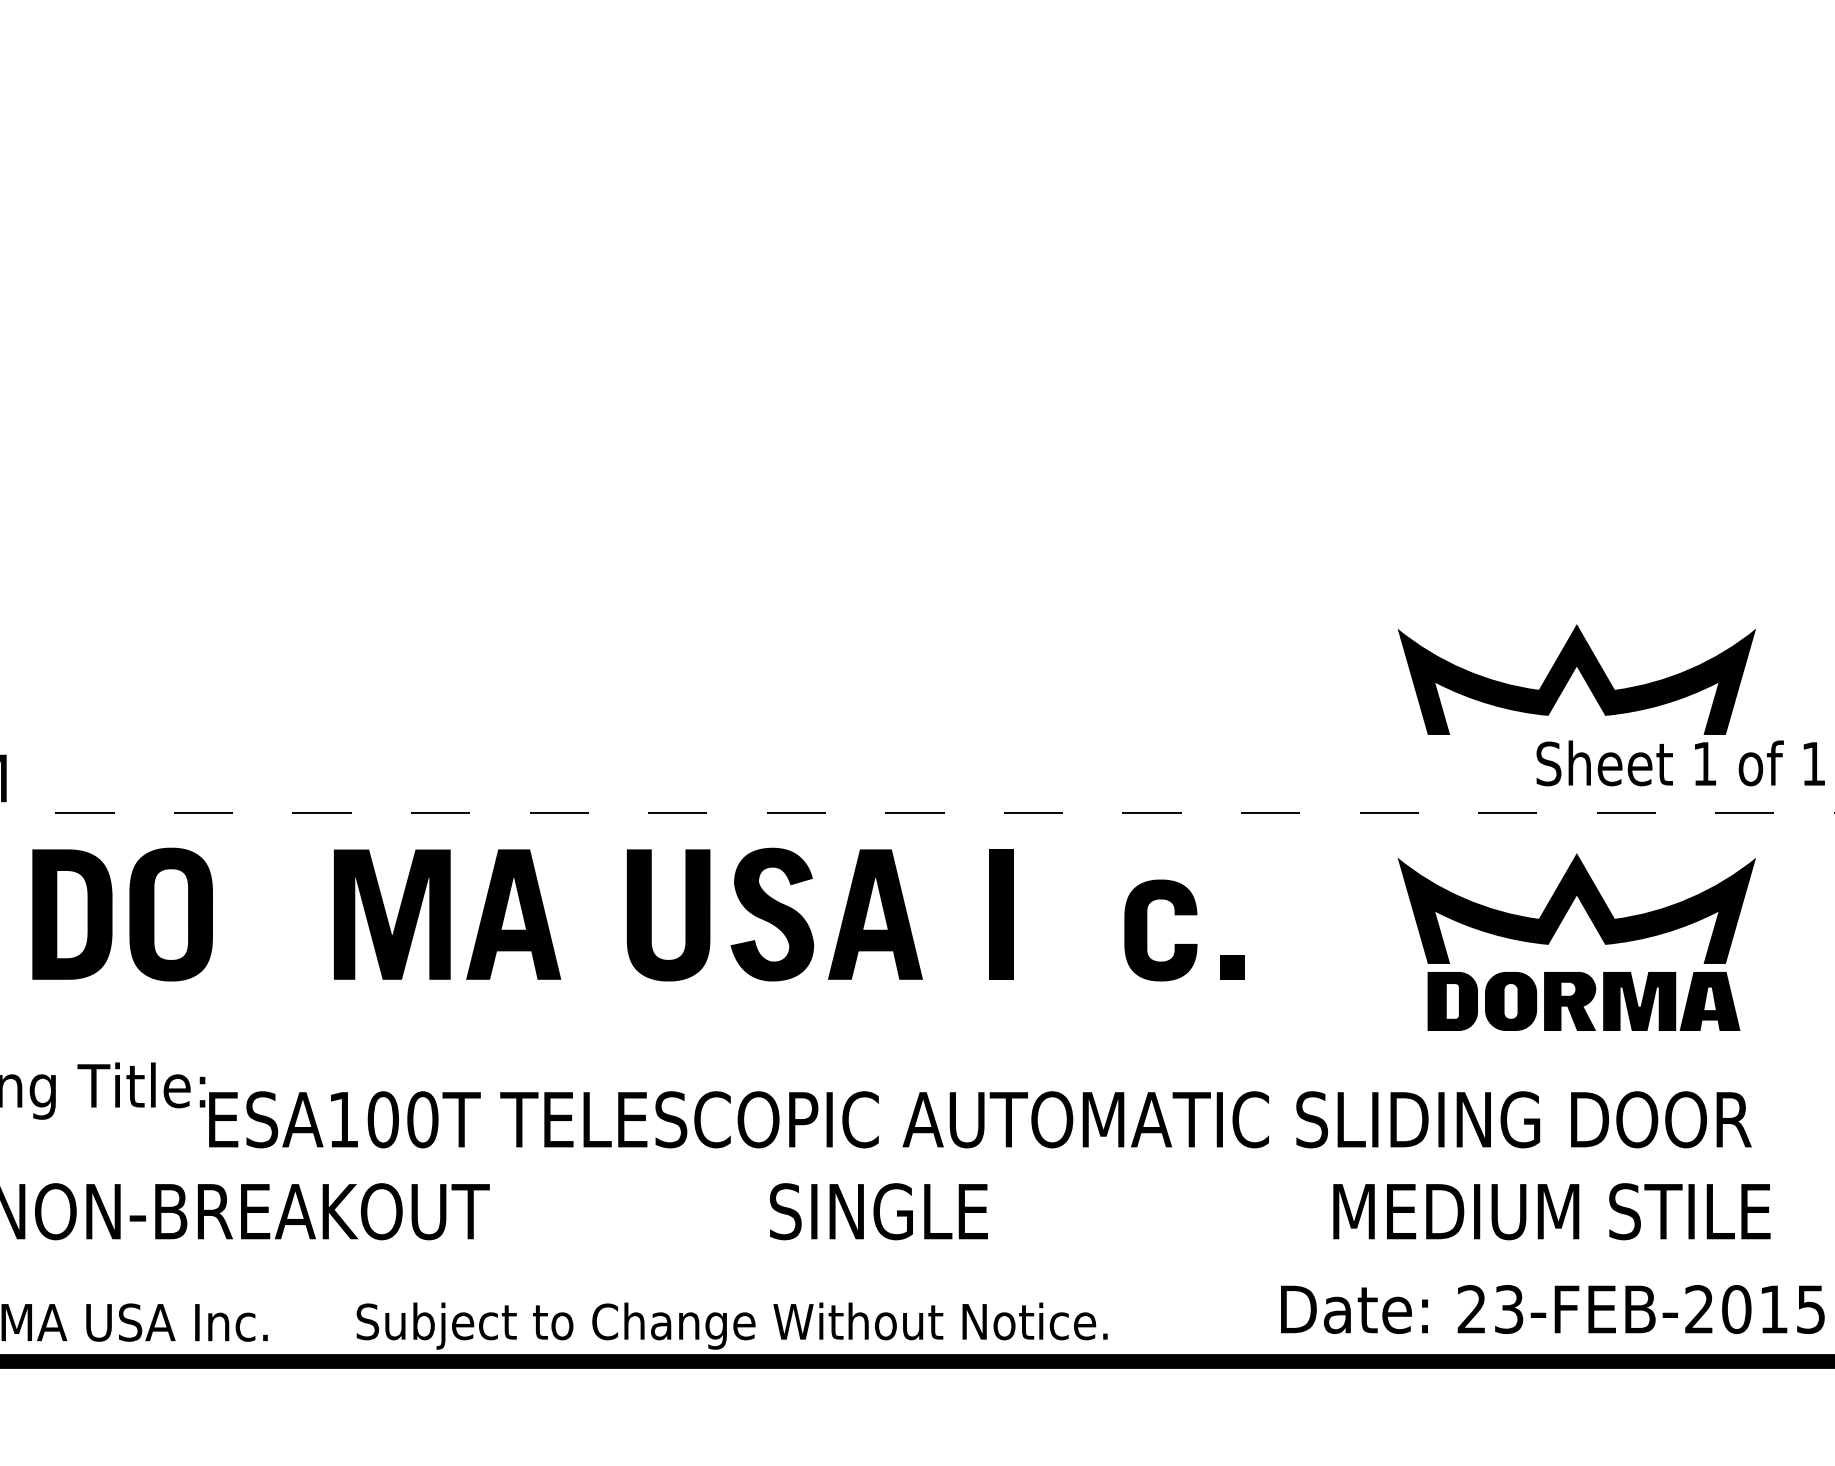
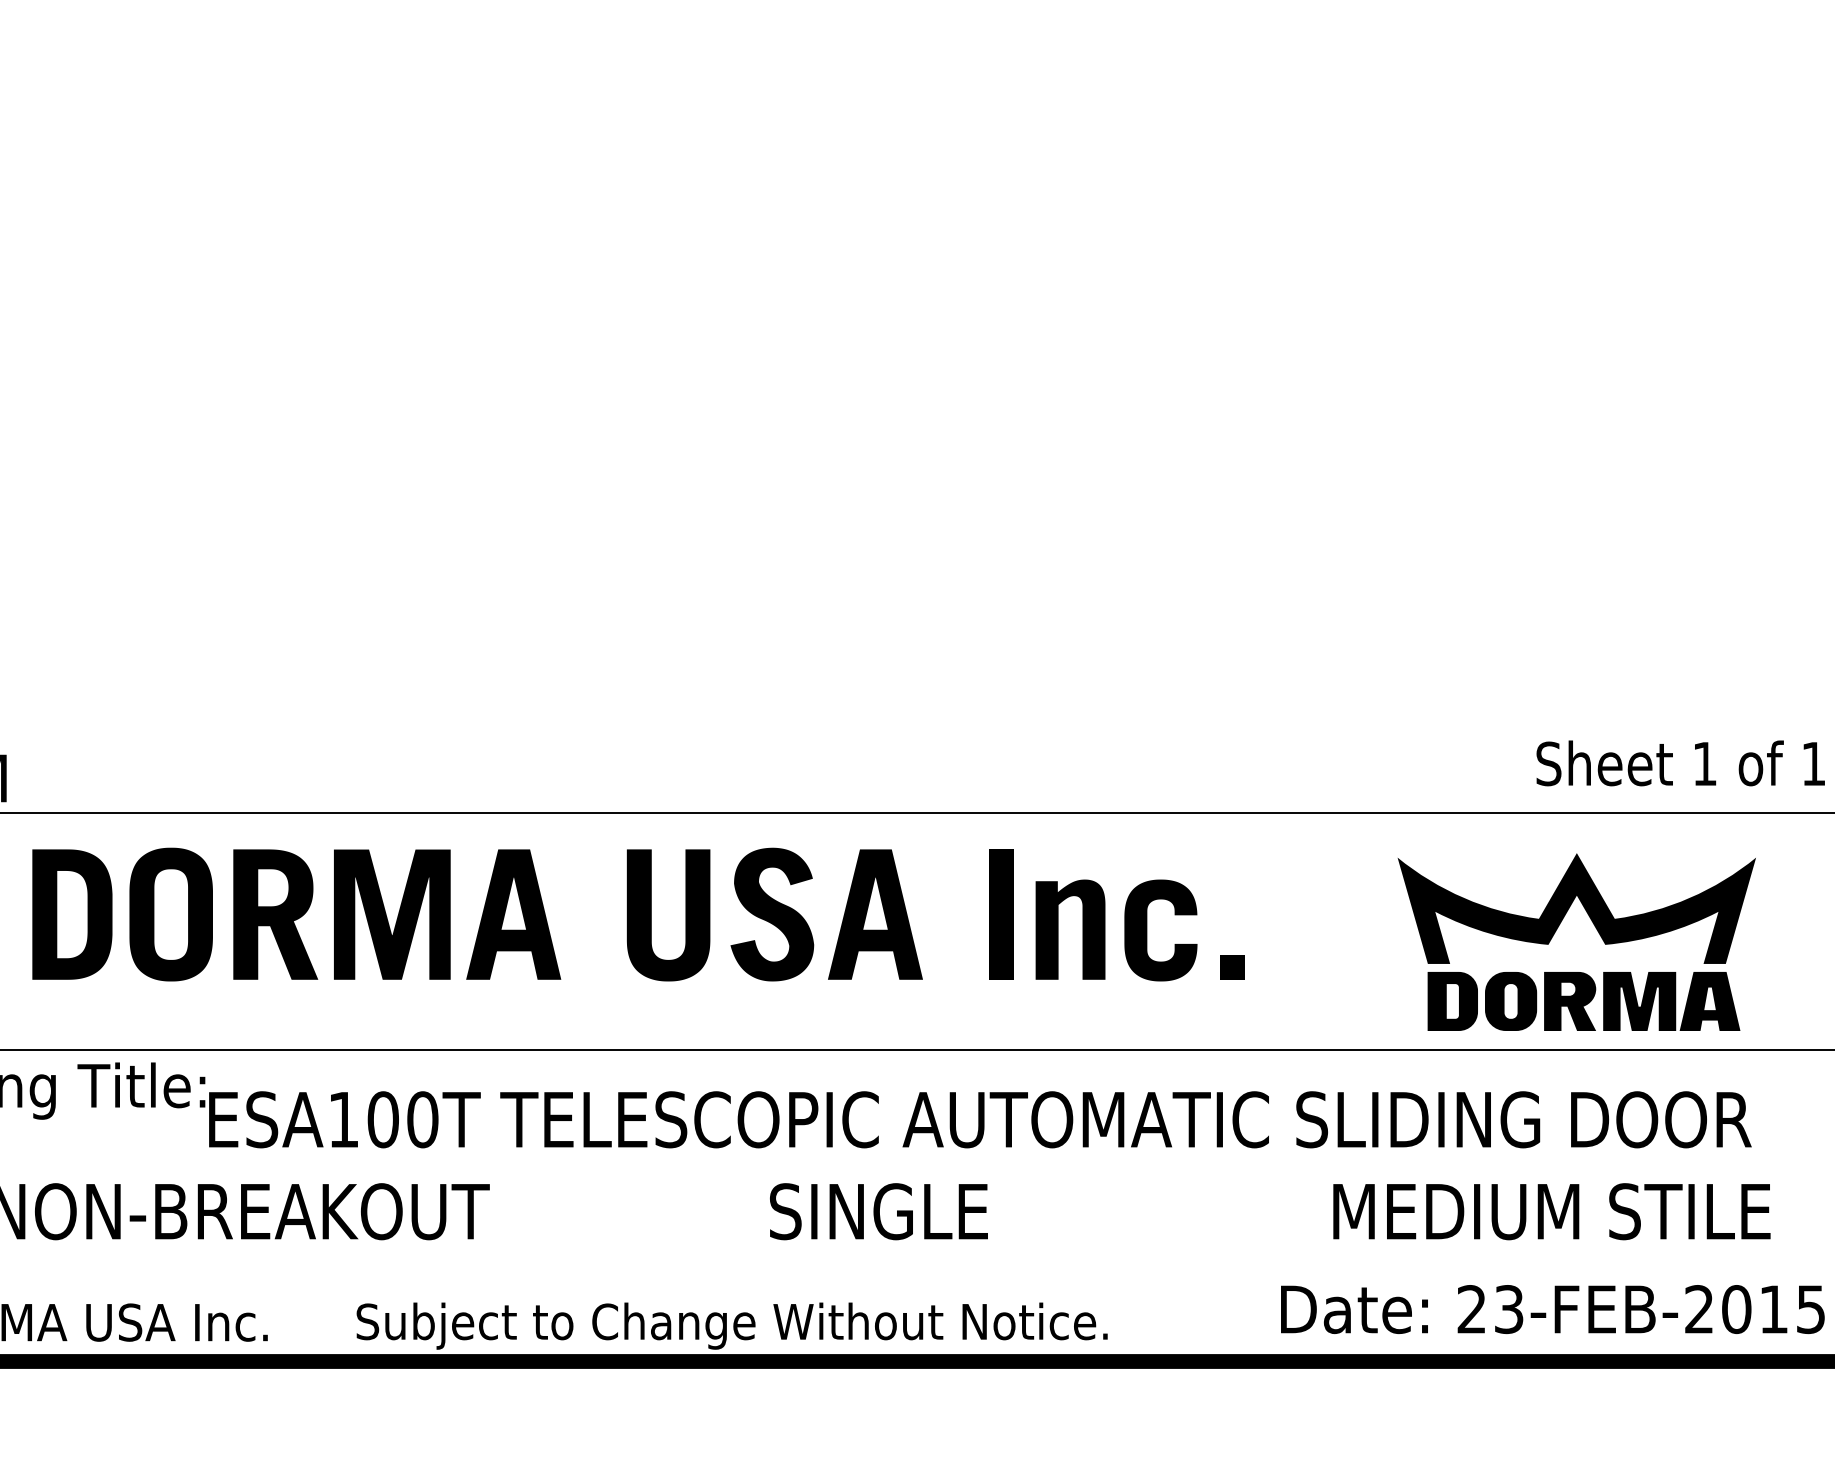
part at (1576, 679): present -> none
line at (917, 813): dashed -> solid
part at (275, 914): none -> present
fill at (1070, 929): none -> present
line at (916, 1050): none -> present
